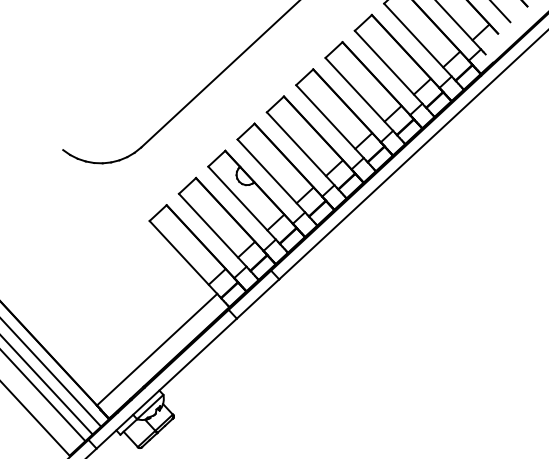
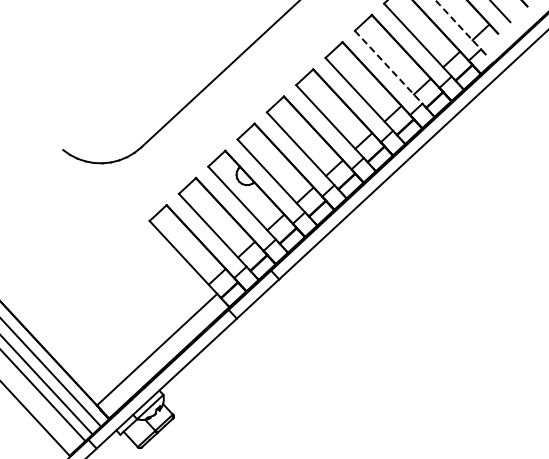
line at (458, 25): solid -> dashed
line at (388, 67): solid -> dashed
